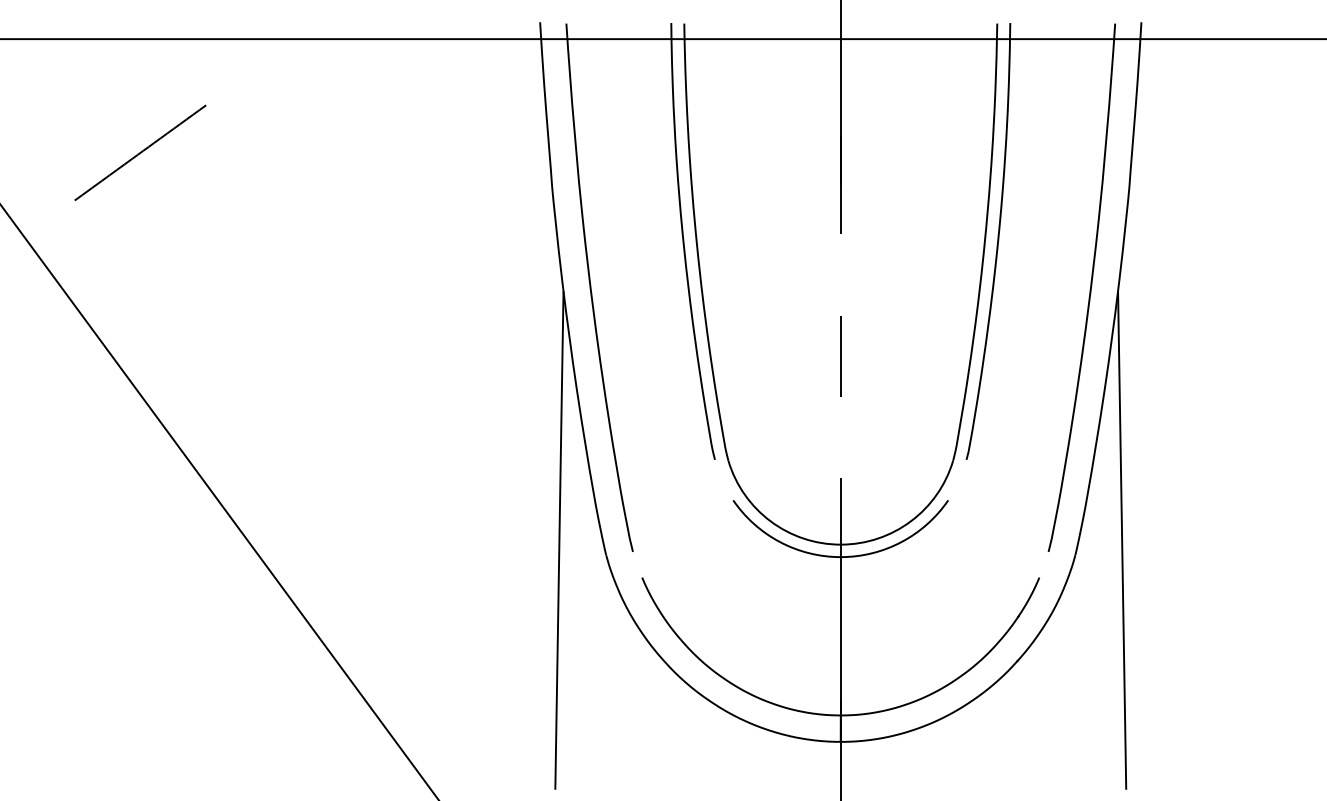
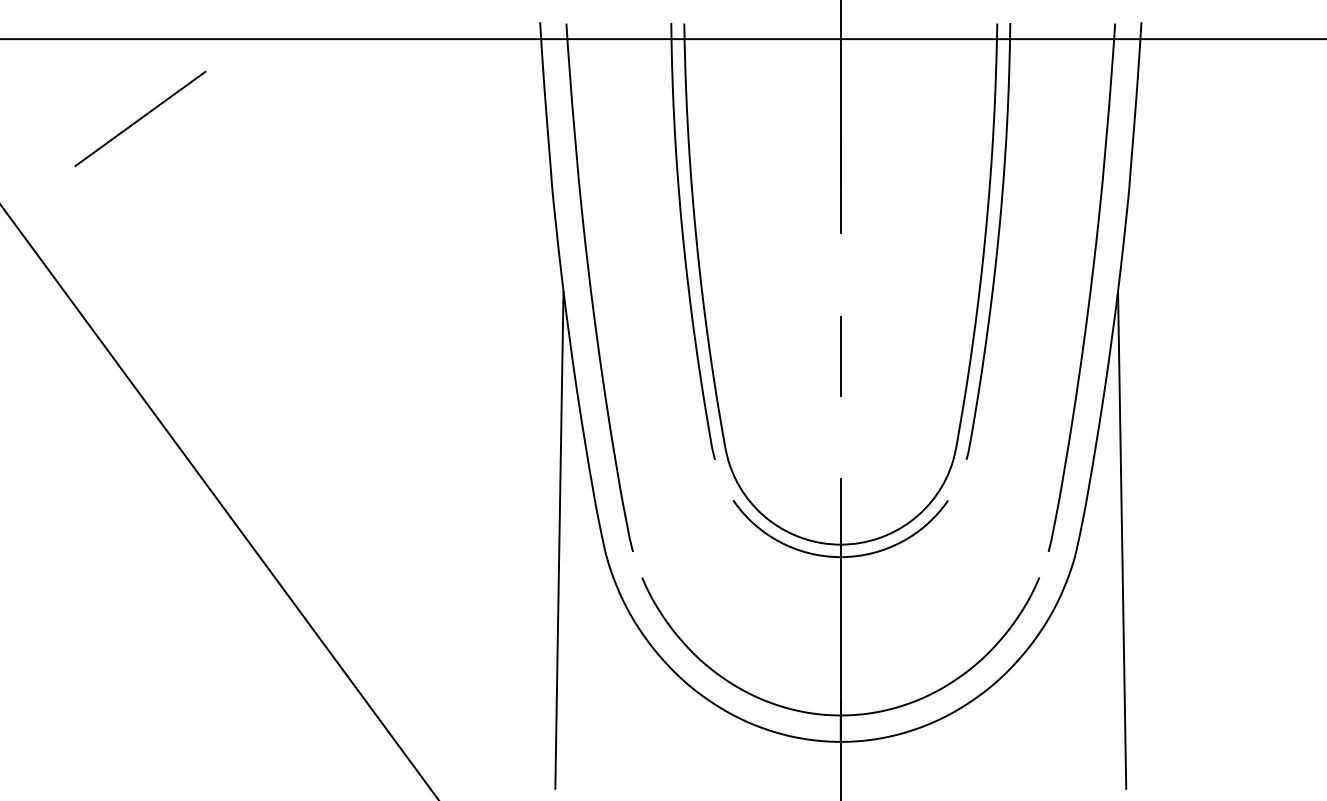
line at (140, 152) position: (140, 152) -> (140, 118)
